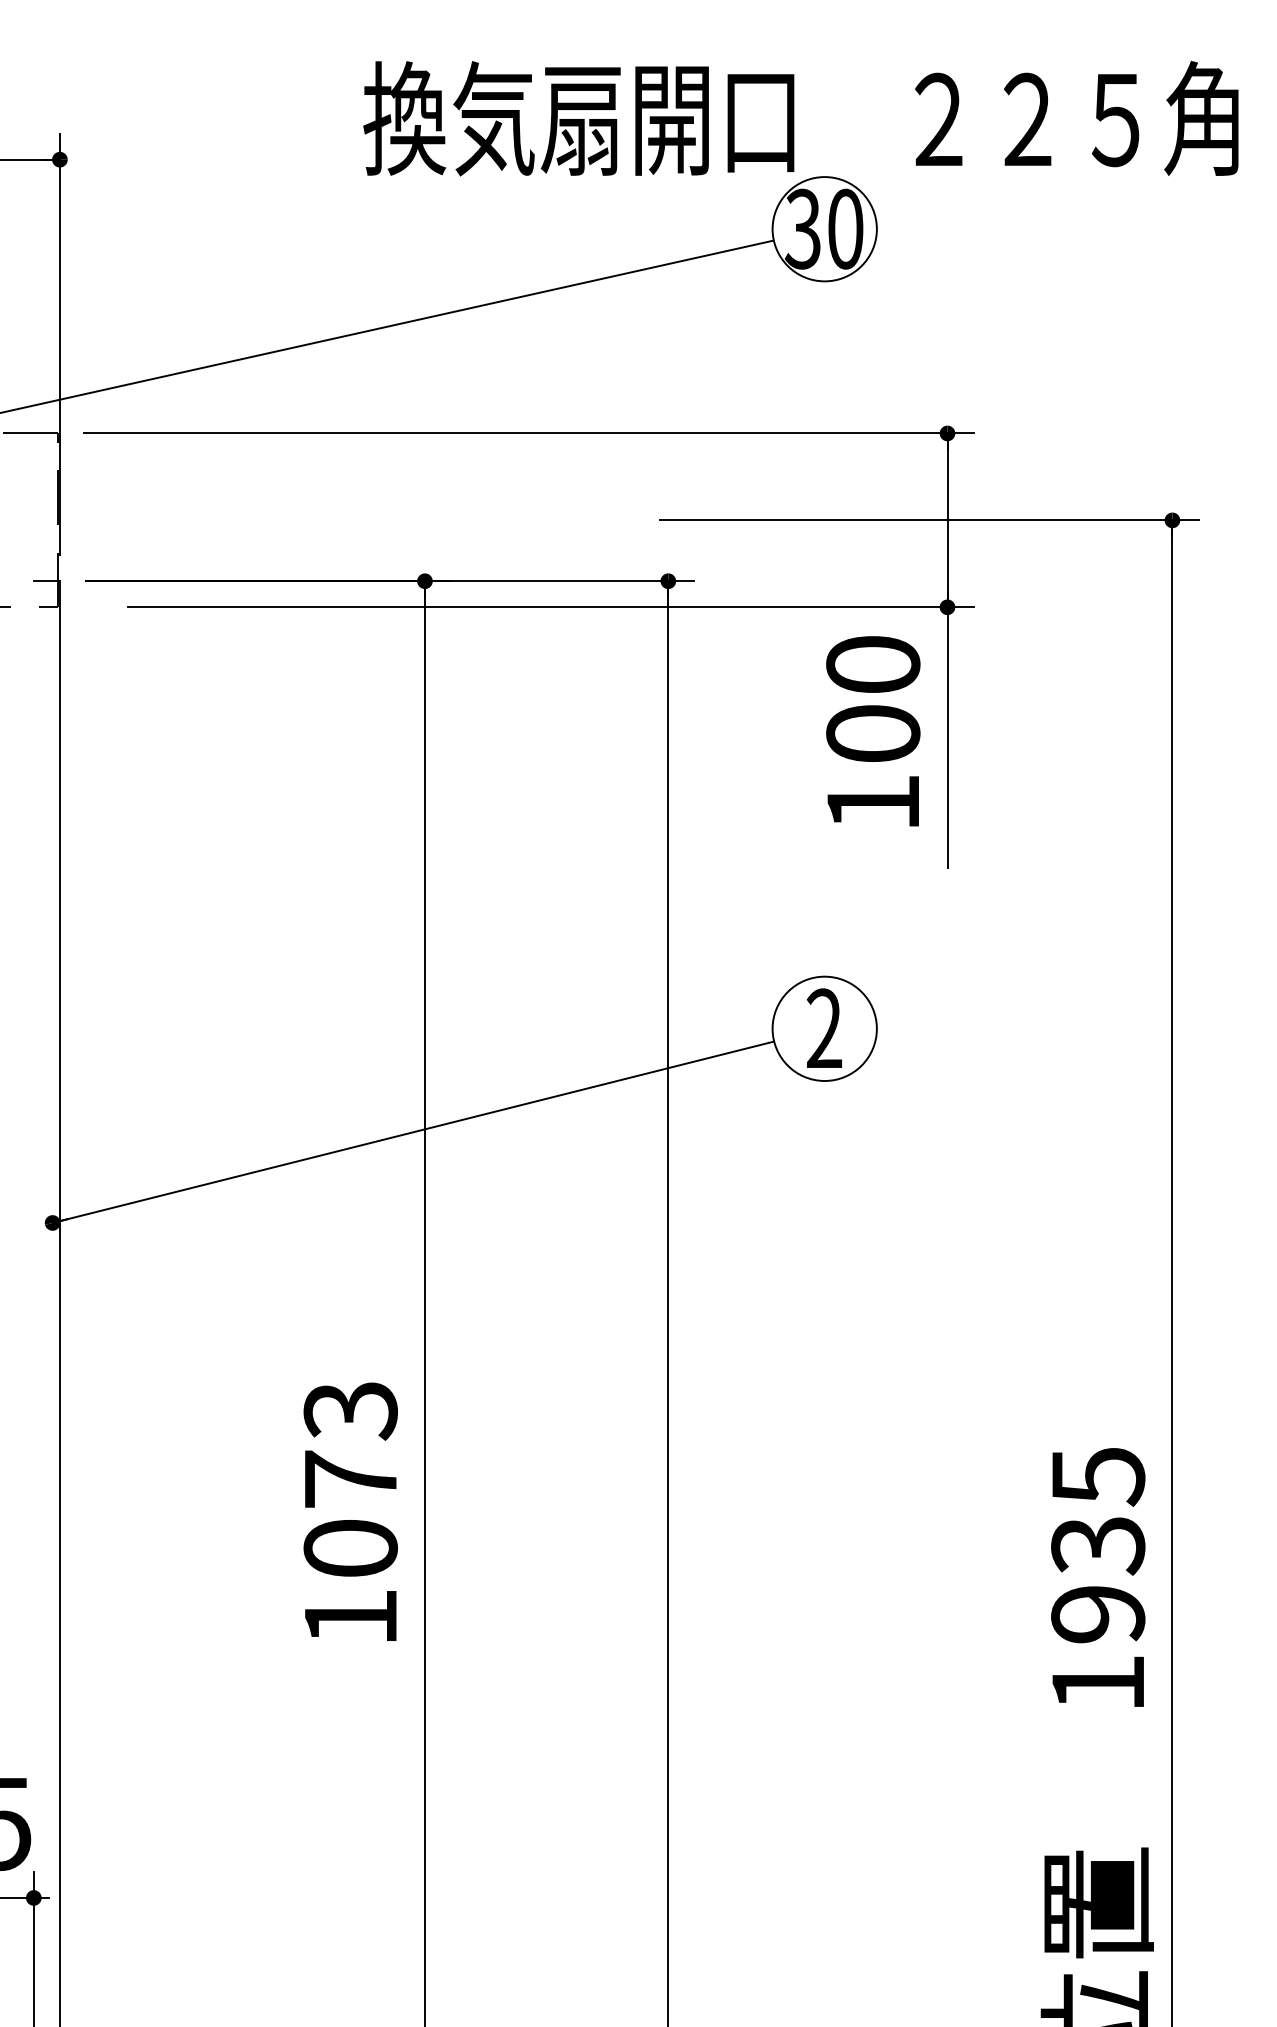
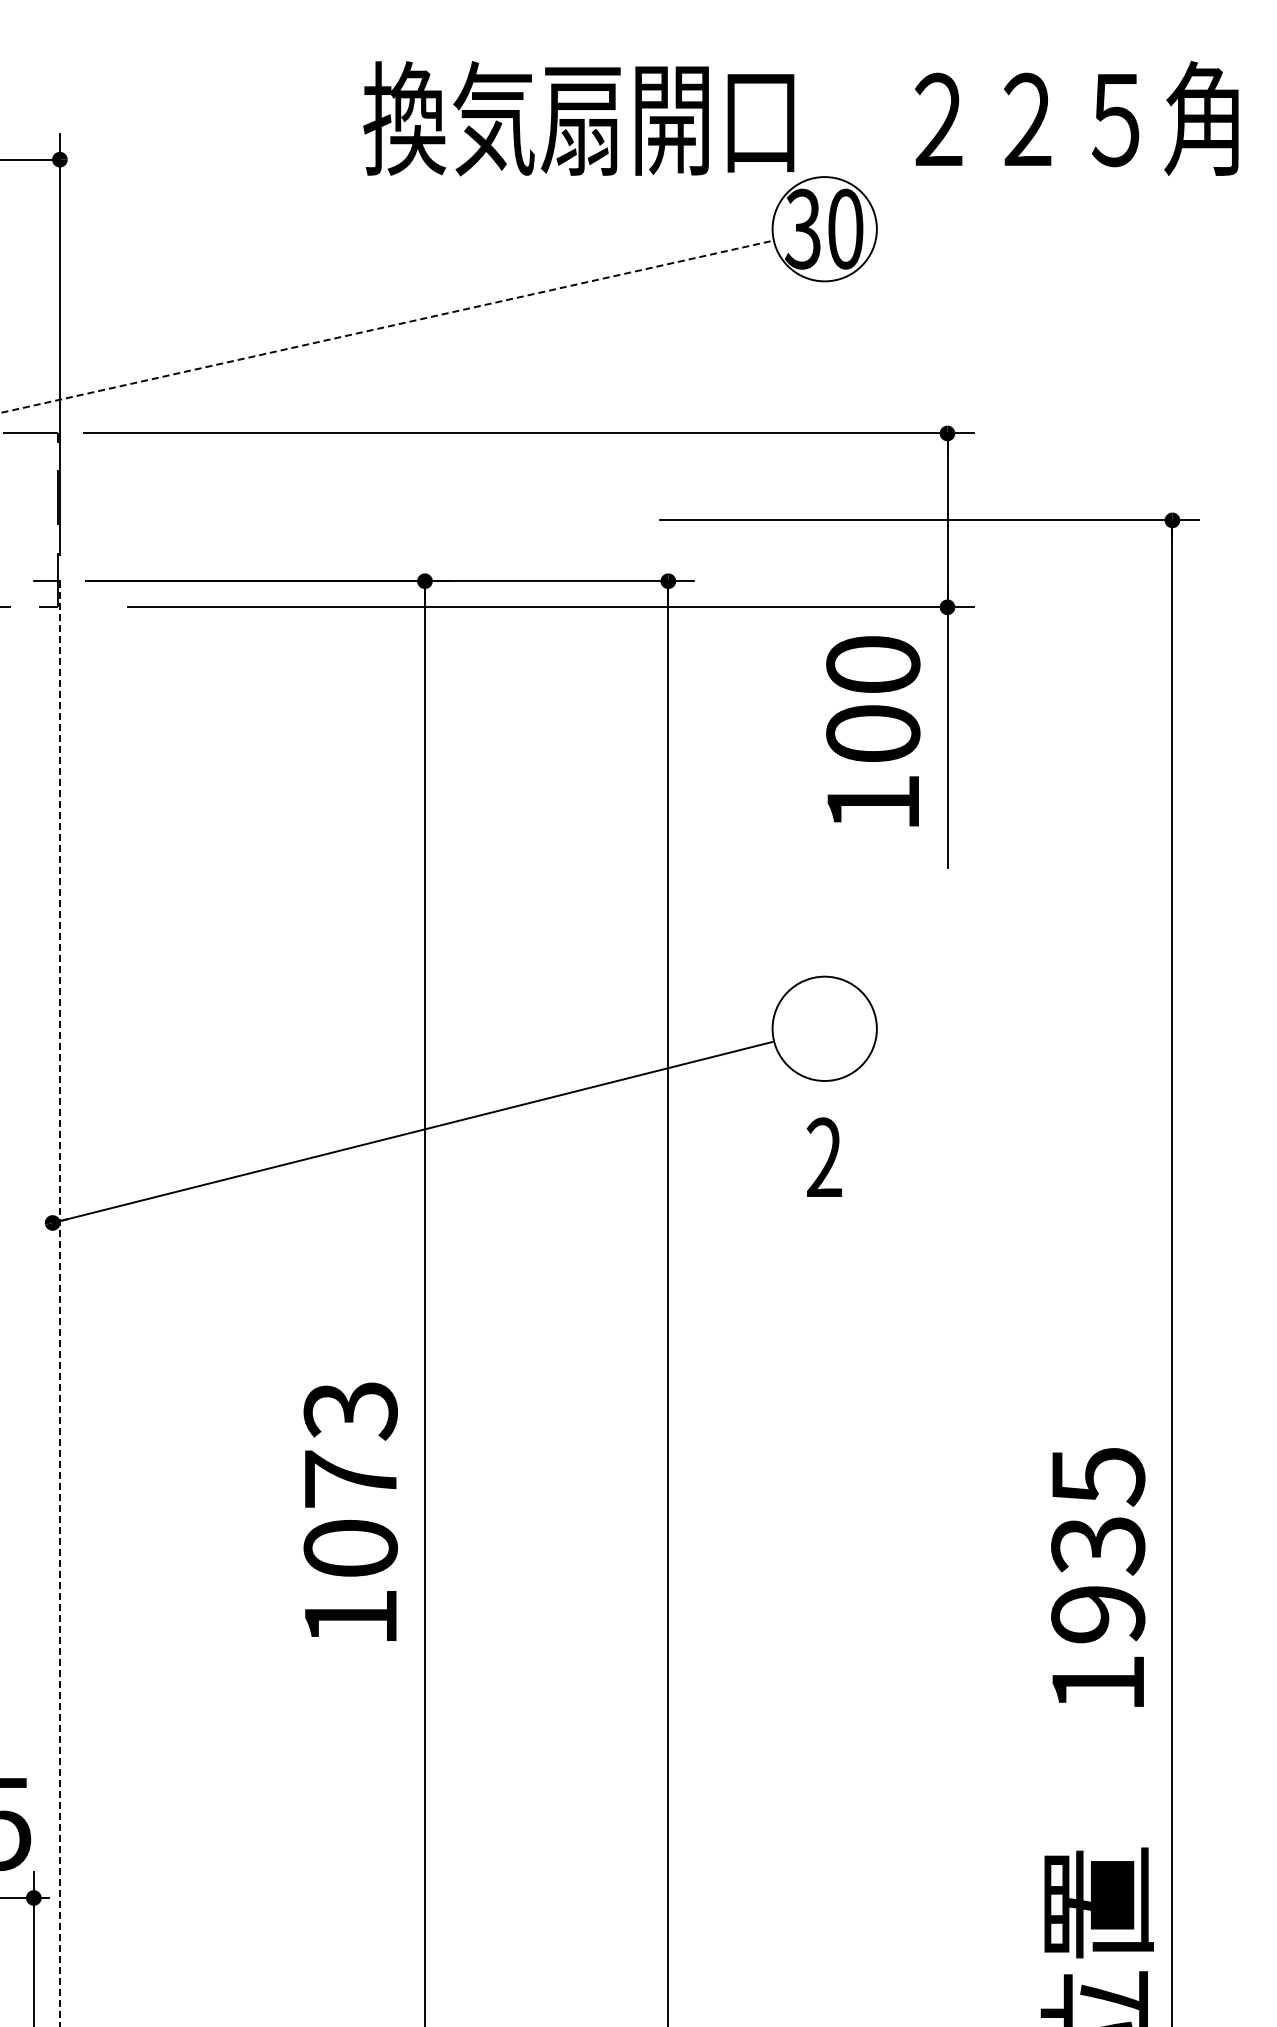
line at (387, 326): solid -> dashed
text at (823, 1027) position: (823, 1027) -> (823, 1156)
line at (59, 1304): solid -> dashed
